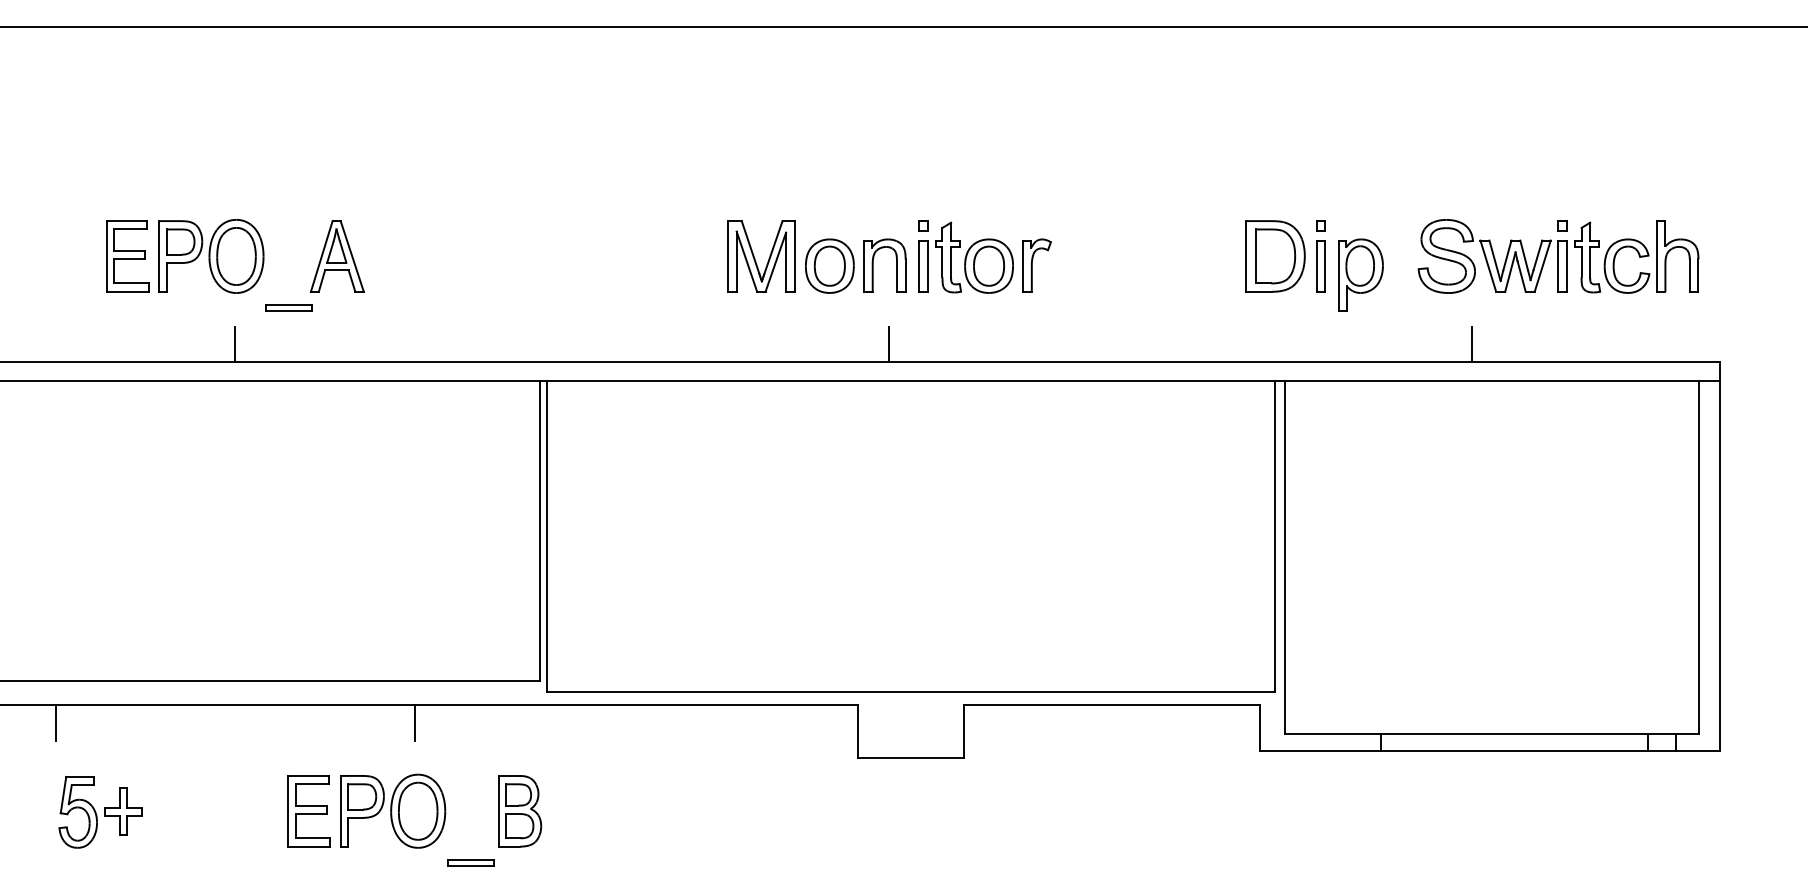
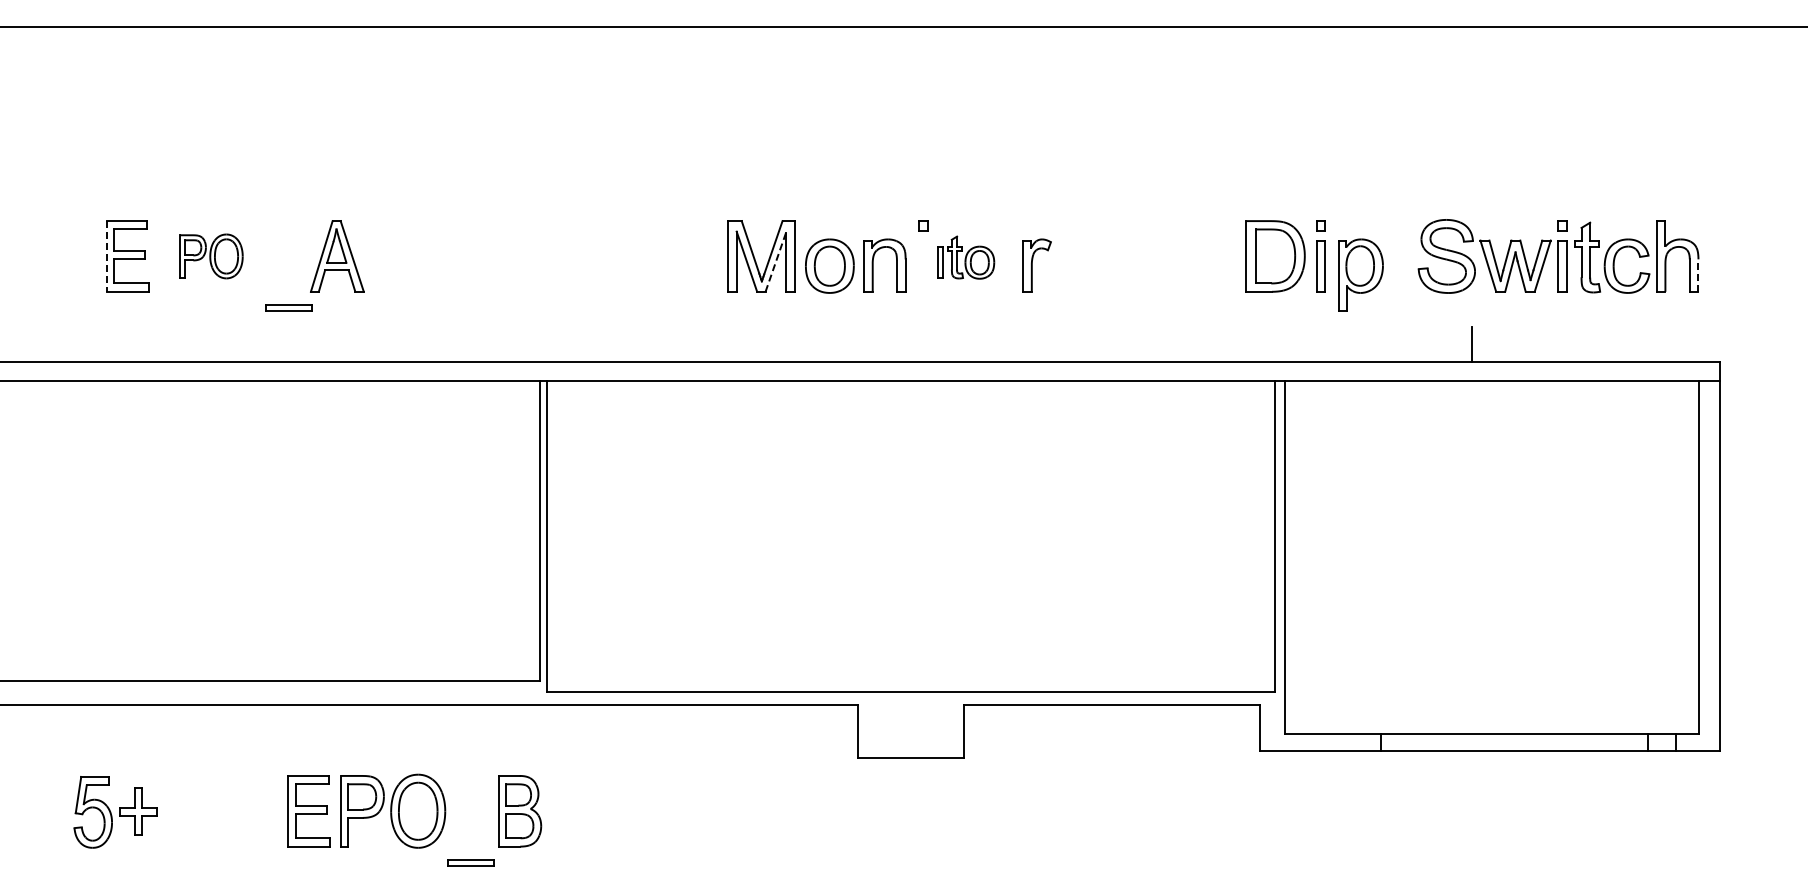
line at (106, 256): solid -> dashed
part at (211, 256) size: 107x75 px -> 65x47 px
part at (965, 257) size: 96x73 px -> 59x45 px
line at (776, 261): solid -> dashed
line at (1698, 275): solid -> dashed
line at (235, 344): present -> none
line at (889, 344): present -> none
line at (55, 722): present -> none
line at (414, 722): present -> none
part at (100, 812) position: (100, 812) -> (115, 812)
